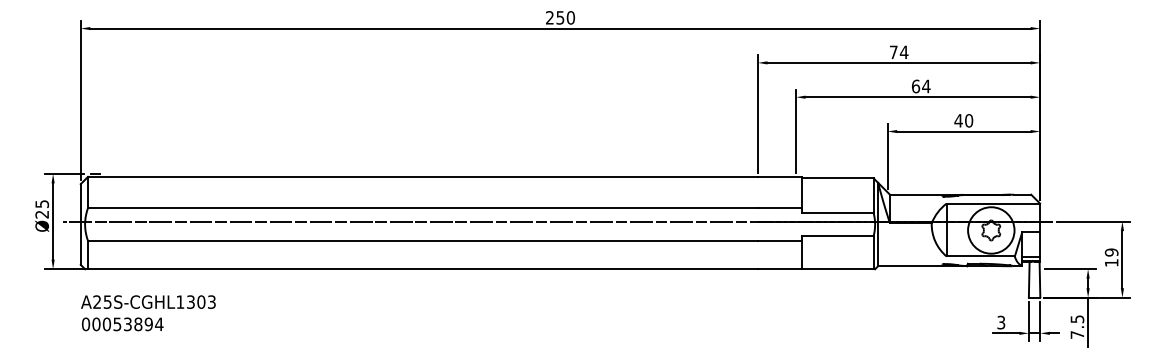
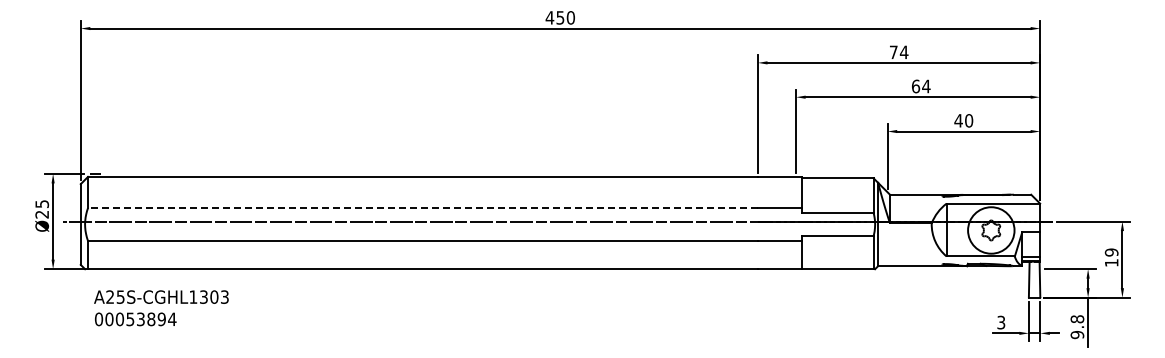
text at (549, 17): 250 -> 450
line at (422, 208): solid -> dashed
text at (148, 313) position: (148, 313) -> (161, 308)
text at (1077, 327): 7.5 -> 9.8
